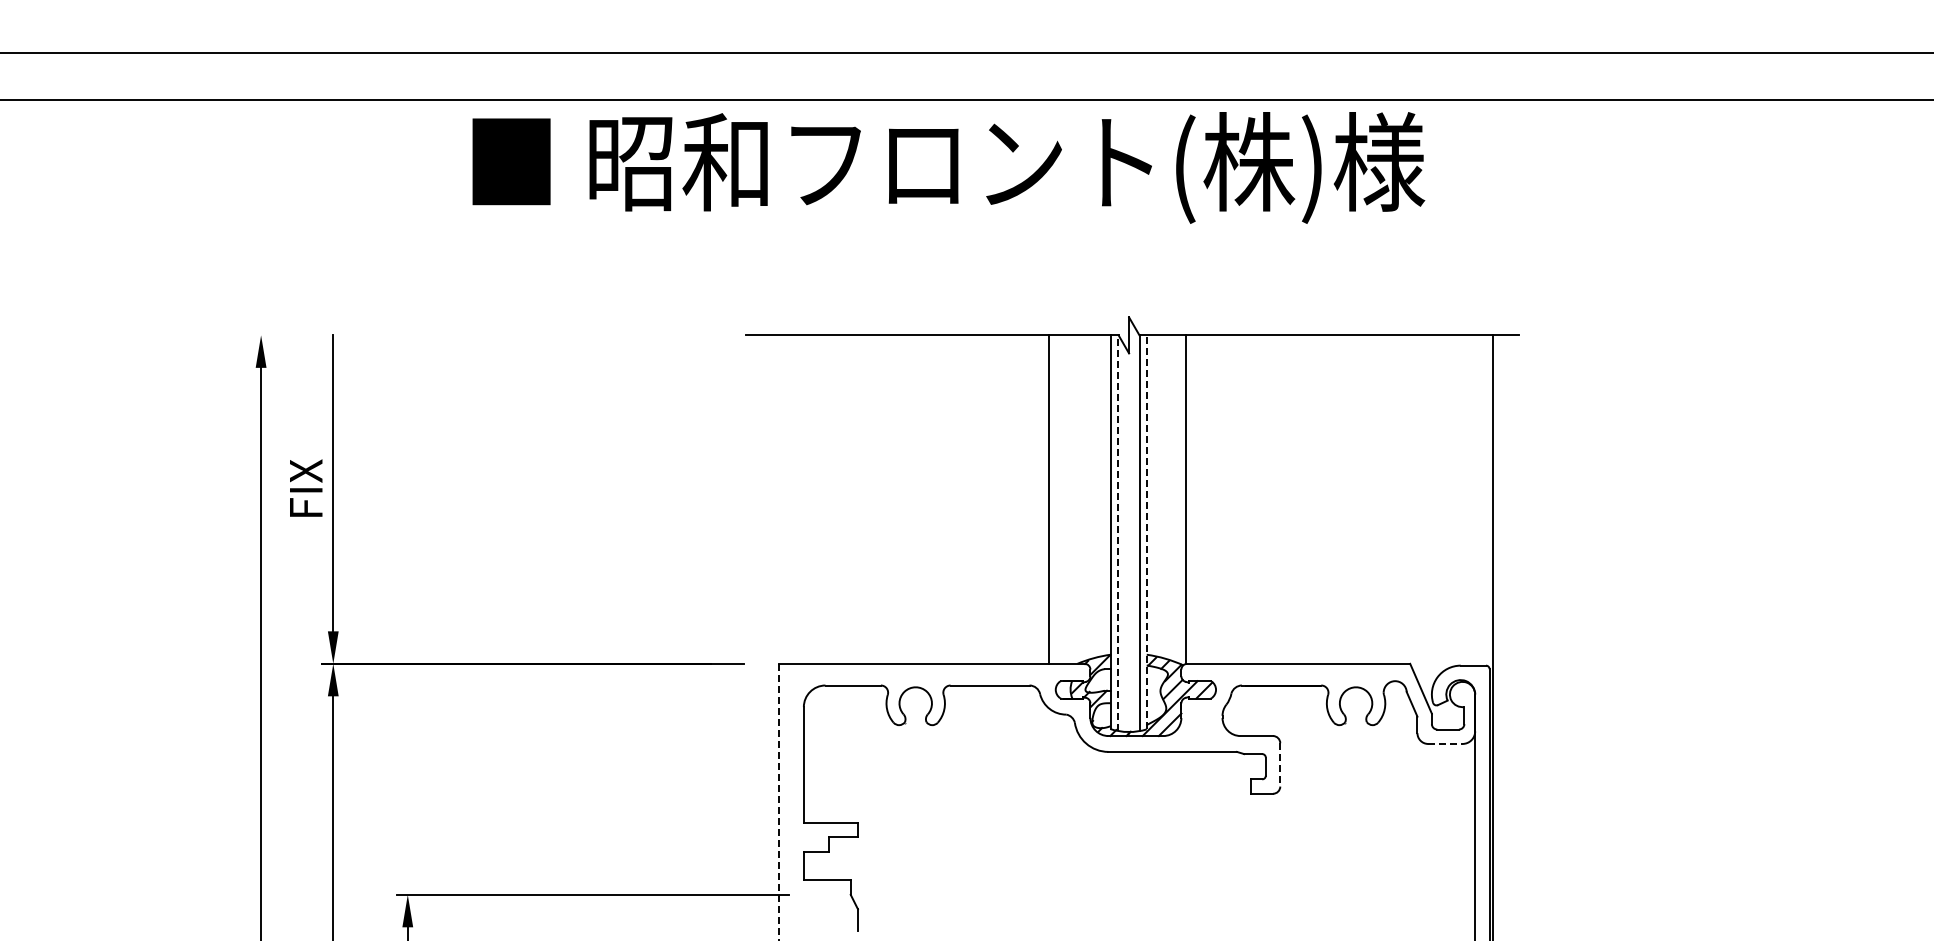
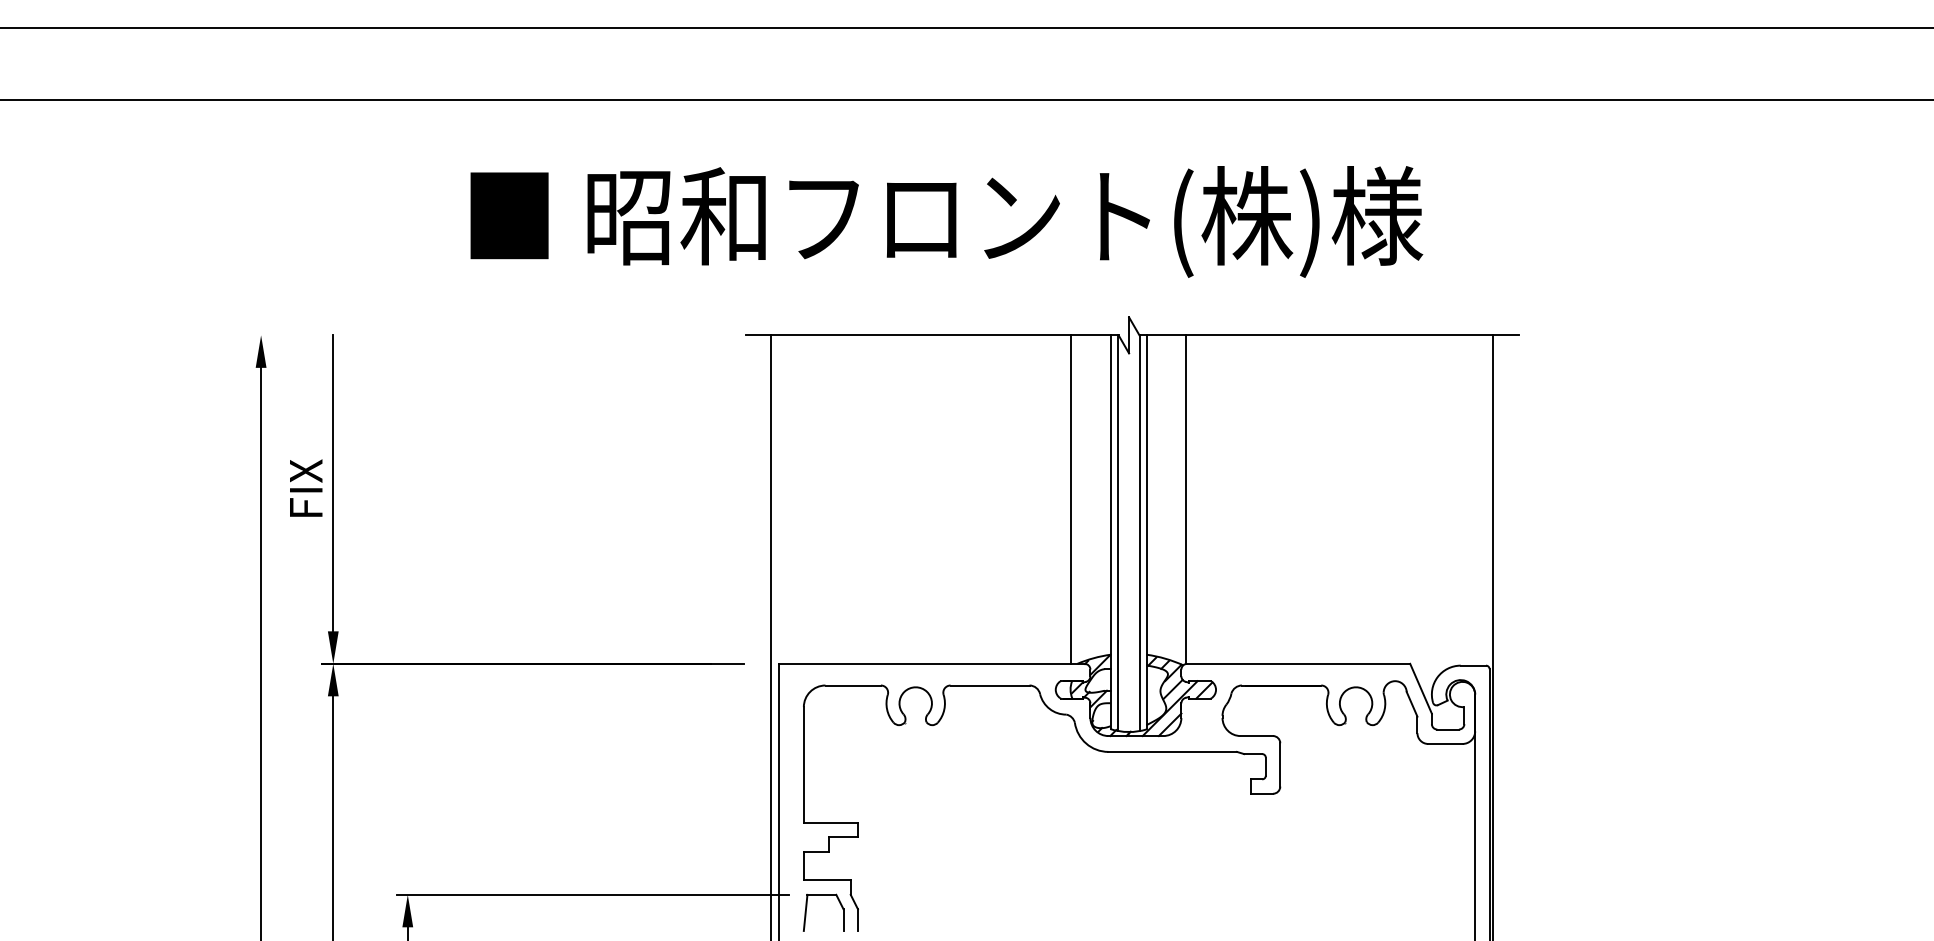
line at (966, 53) position: (966, 53) -> (966, 28)
text at (948, 167) position: (948, 167) -> (946, 221)
line at (1048, 499) position: (1048, 499) -> (1070, 499)
line at (1146, 532): dashed -> solid
line at (1117, 533): dashed -> solid
line at (771, 636): none -> present
line at (1445, 743): dashed -> solid
line at (1280, 764): dashed -> solid
line at (778, 802): dashed -> solid
part at (807, 907): none -> present
